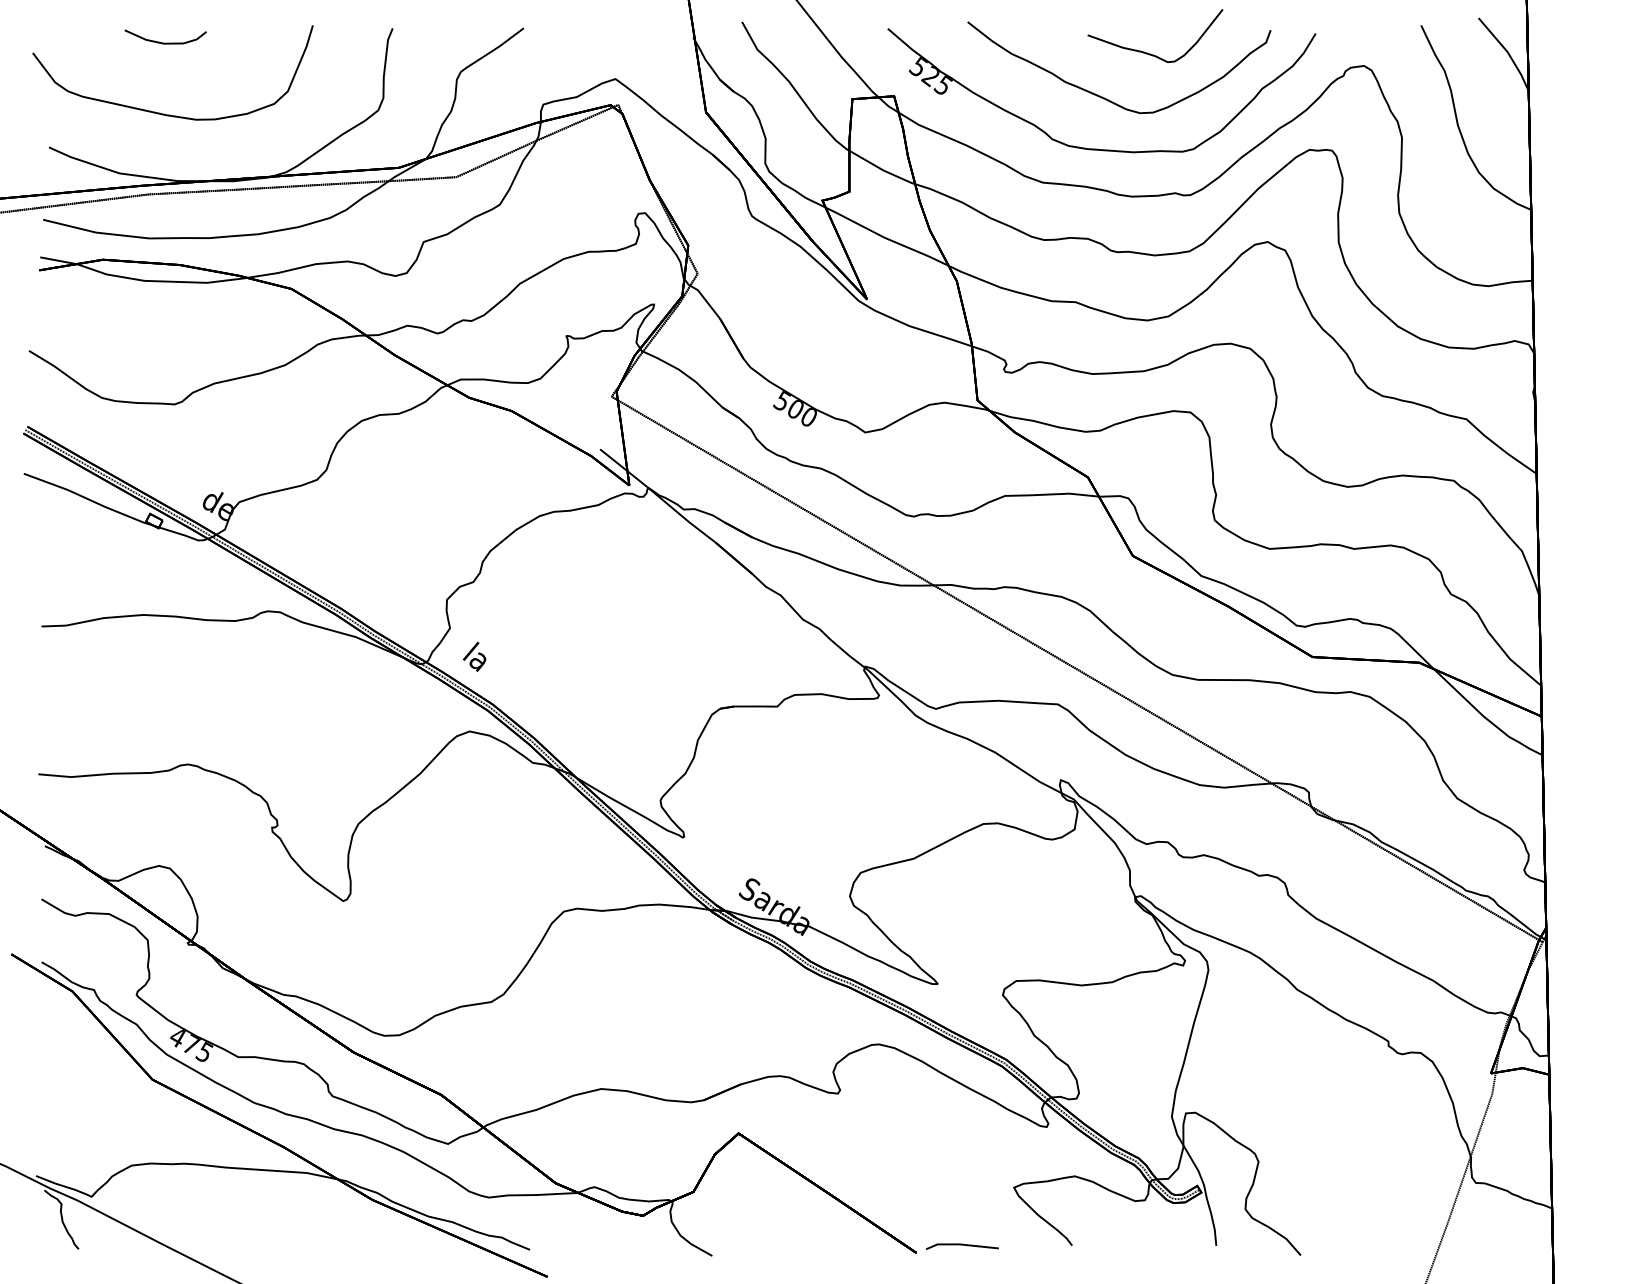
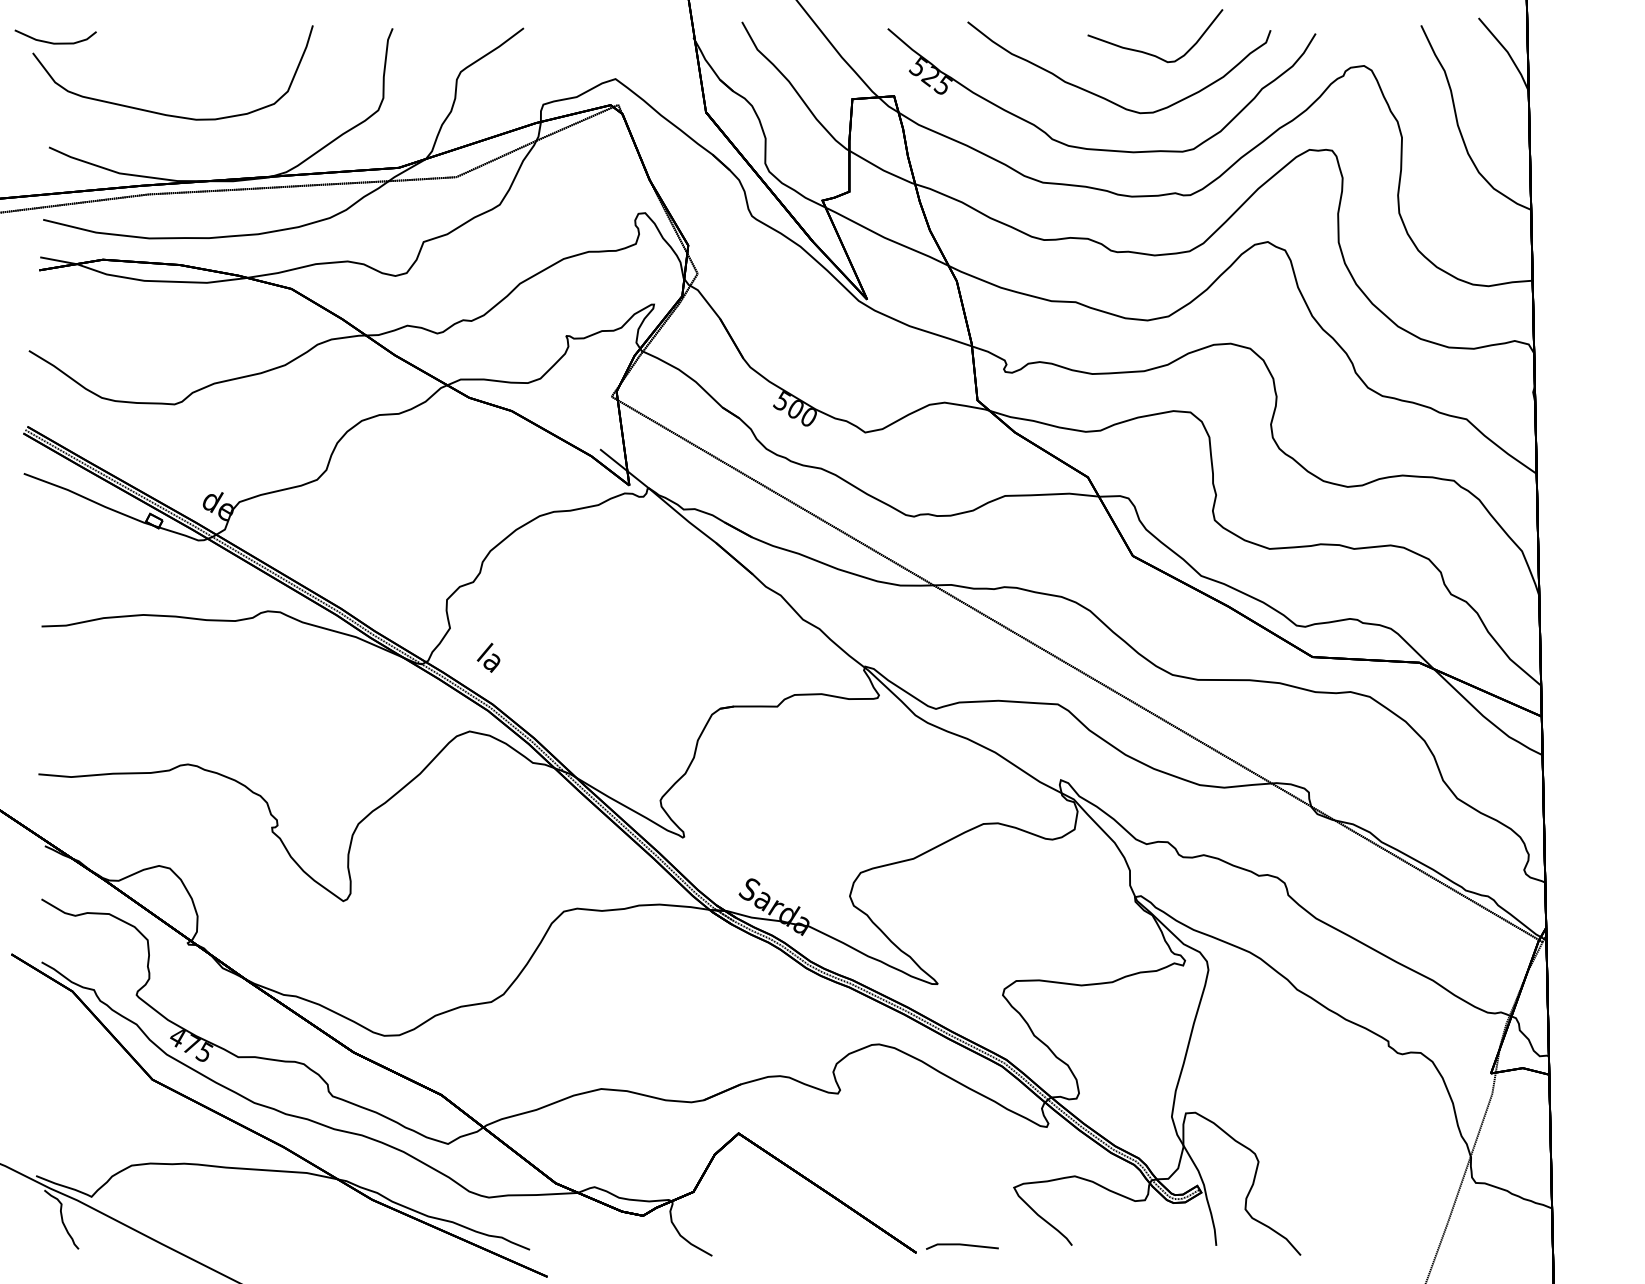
part at (165, 36) position: (165, 36) -> (55, 36)
text at (474, 656) position: (474, 656) -> (488, 657)
